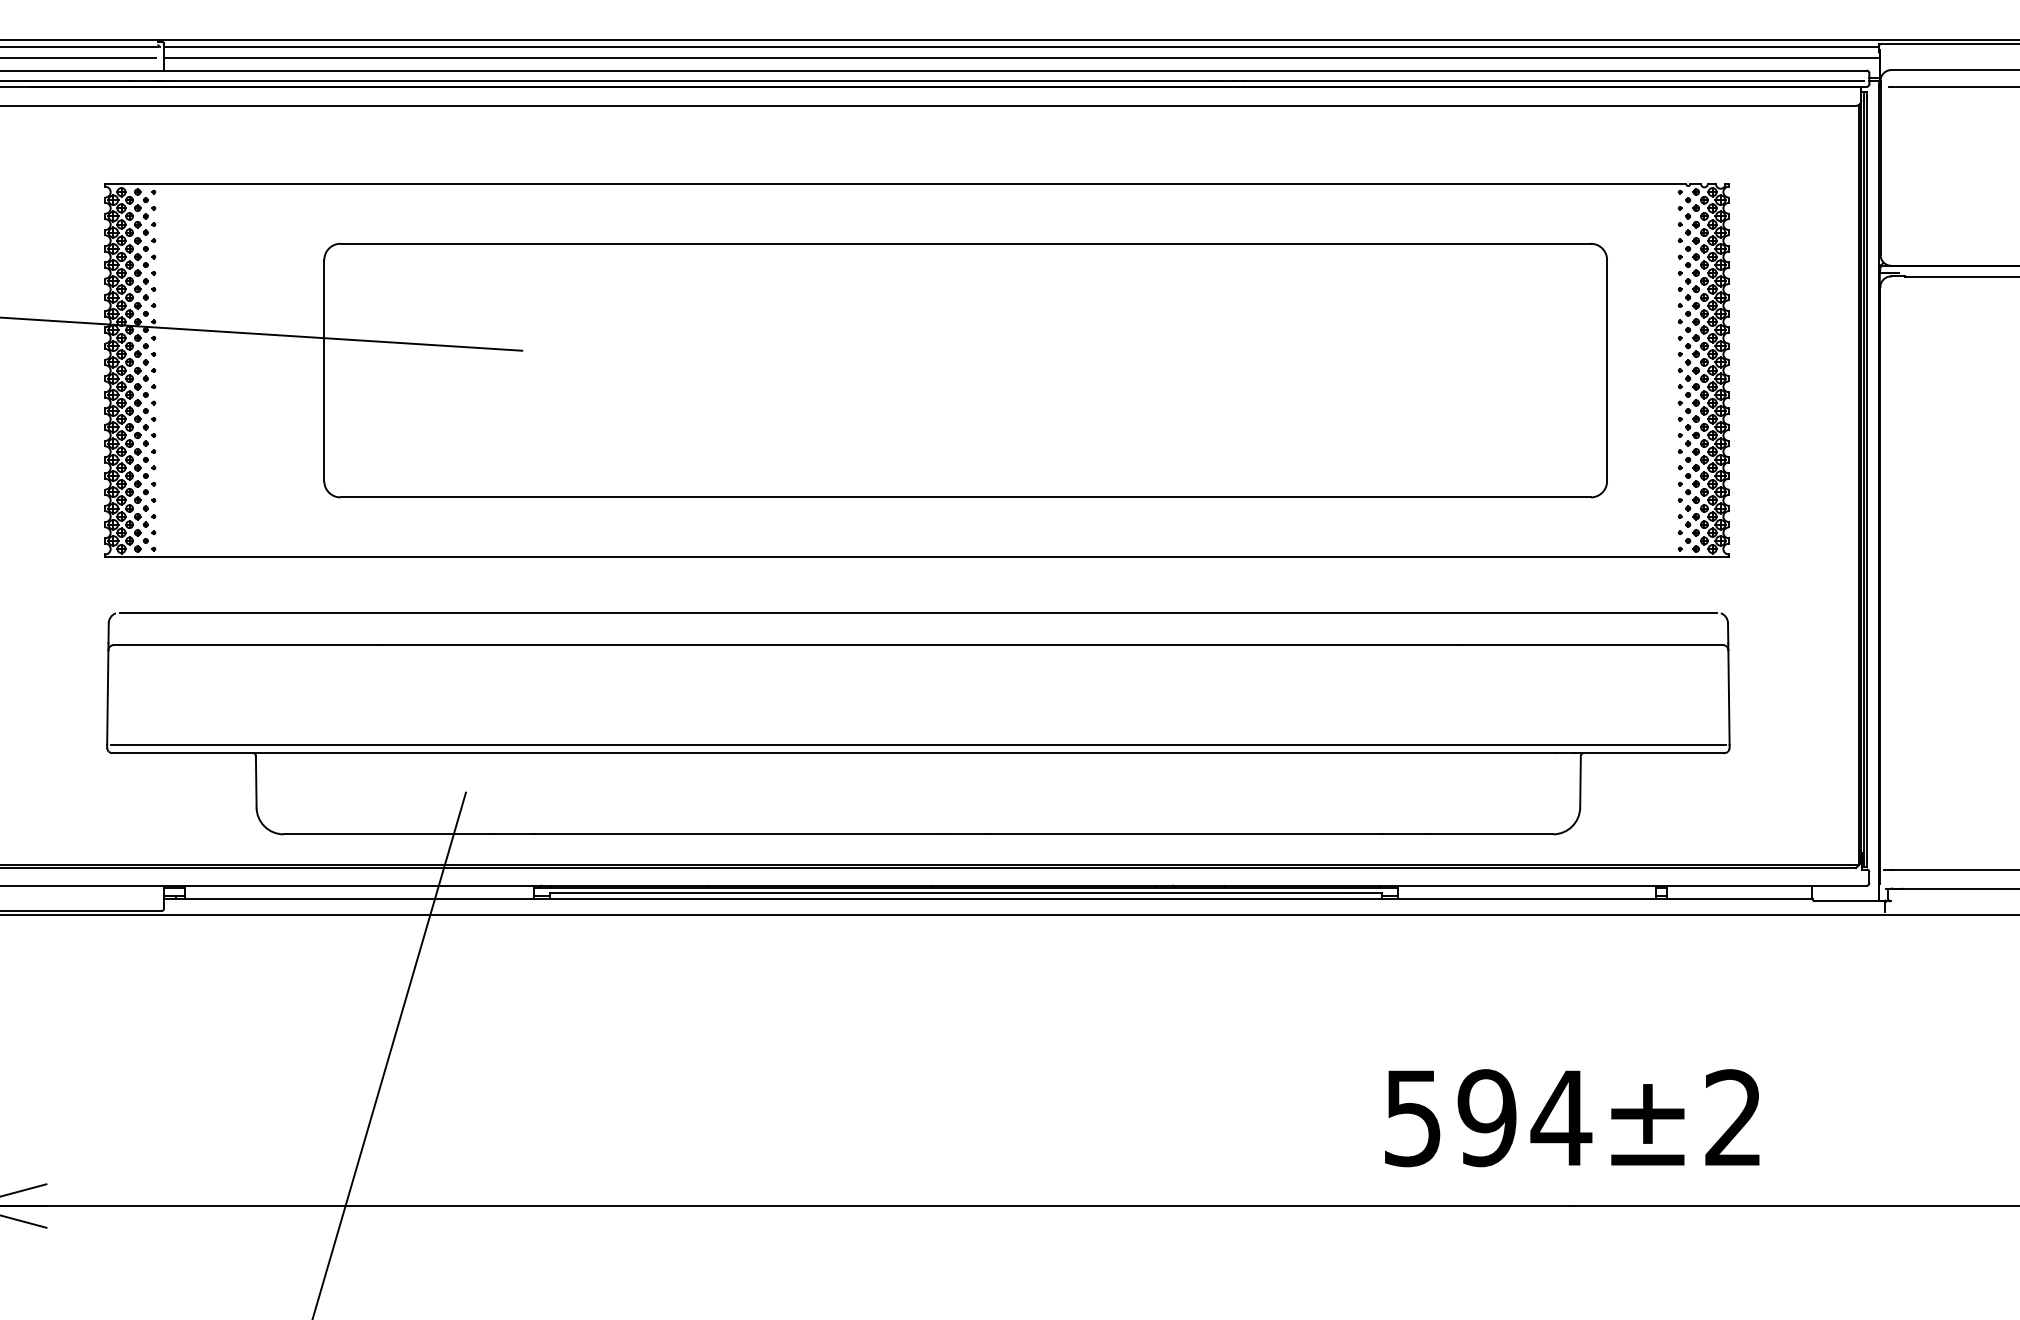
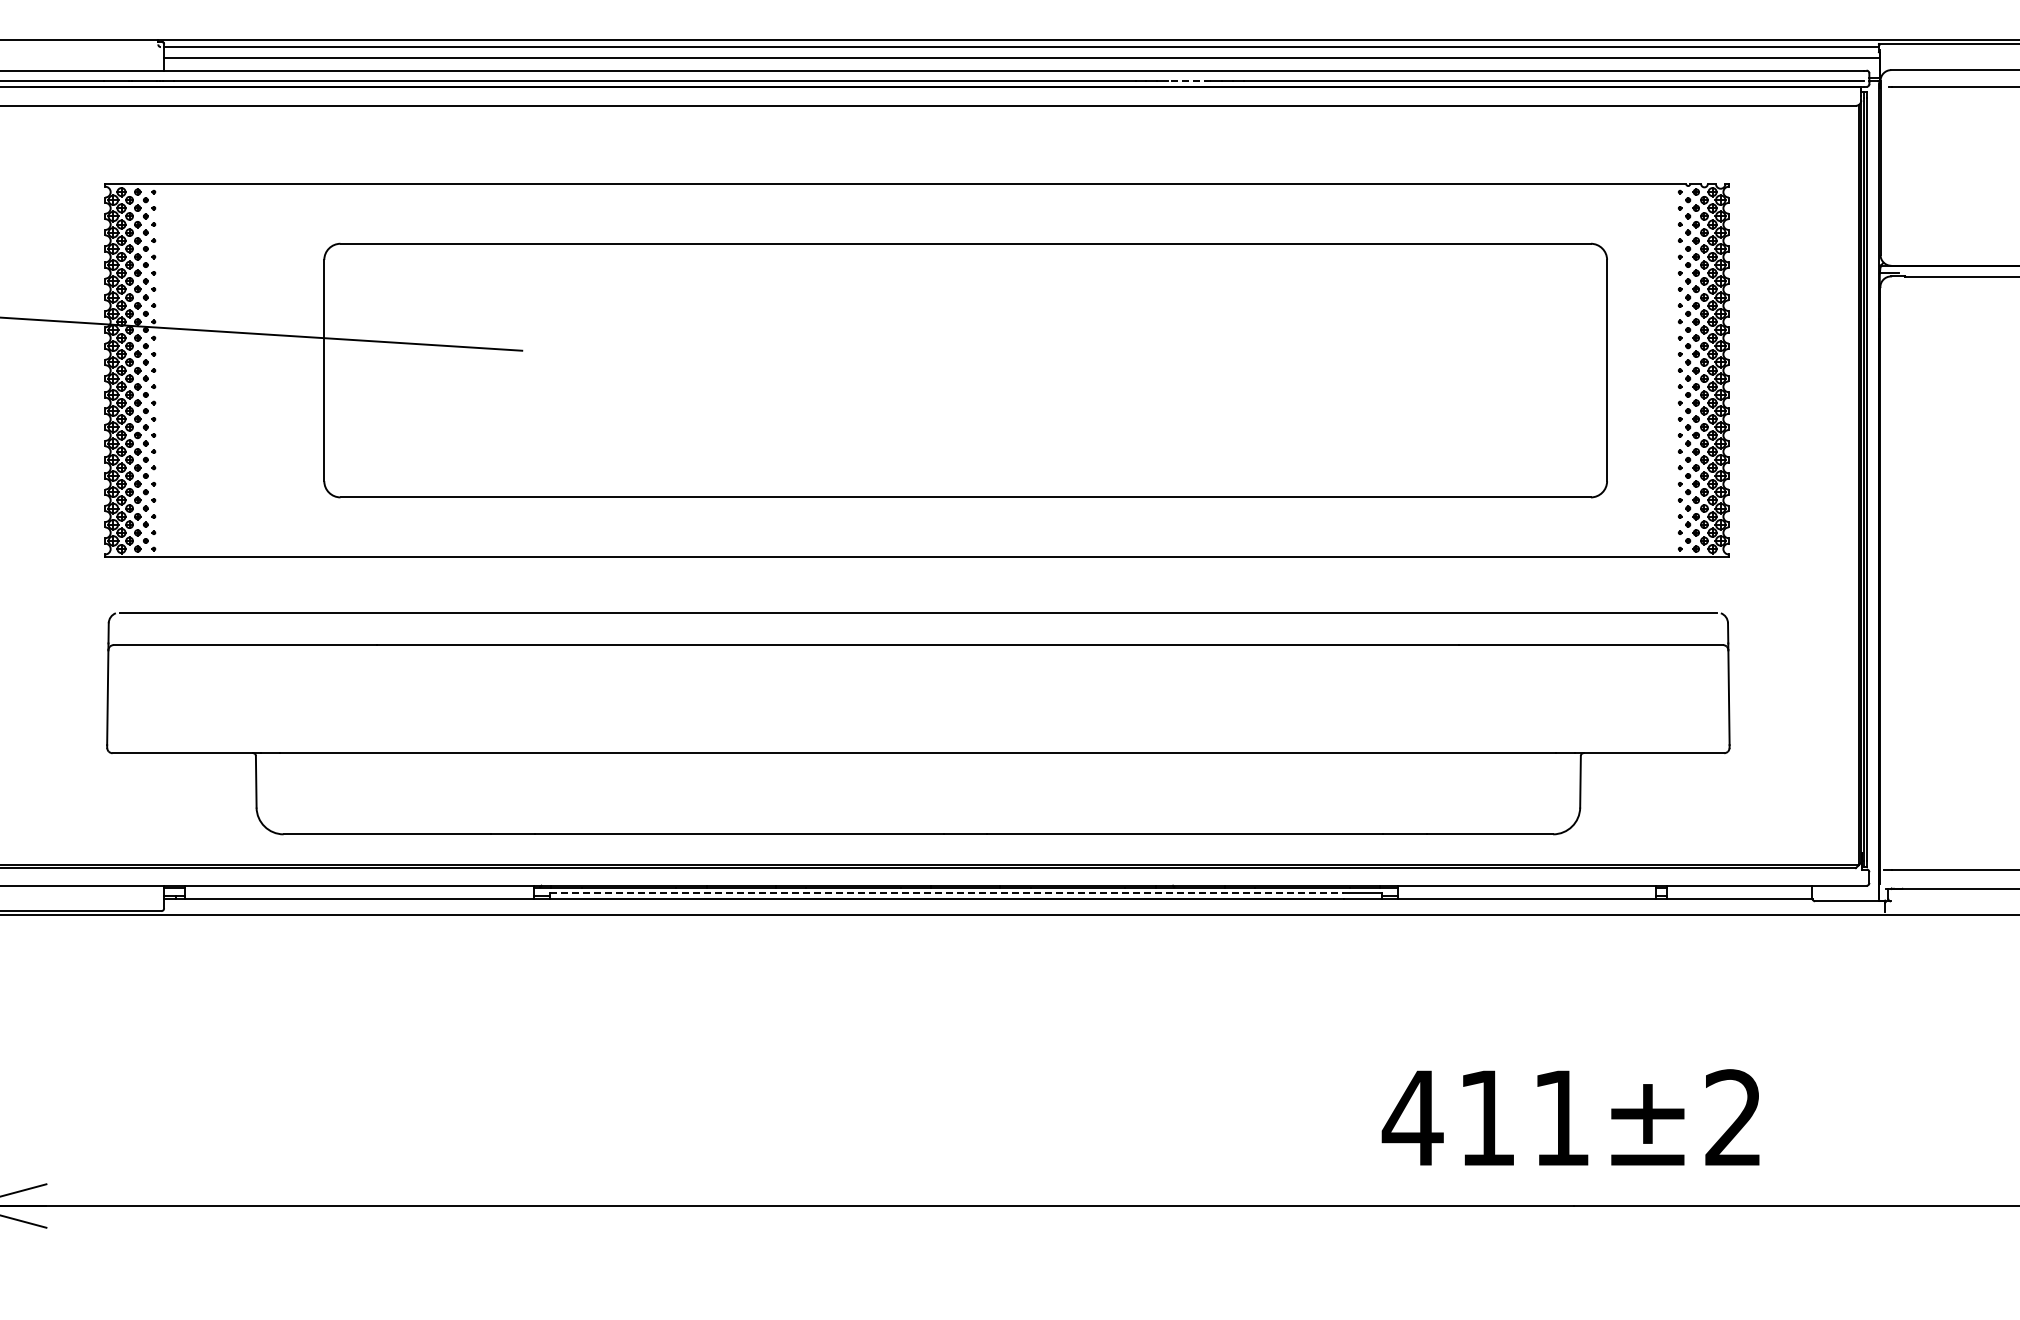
line at (80, 47): present -> none
line at (78, 58): present -> none
line at (1189, 81): solid -> dashed
line at (918, 745): present -> none
line at (947, 892): solid -> dashed
line at (389, 1054): present -> none
text at (1486, 1118): 594±2 -> 411±2
